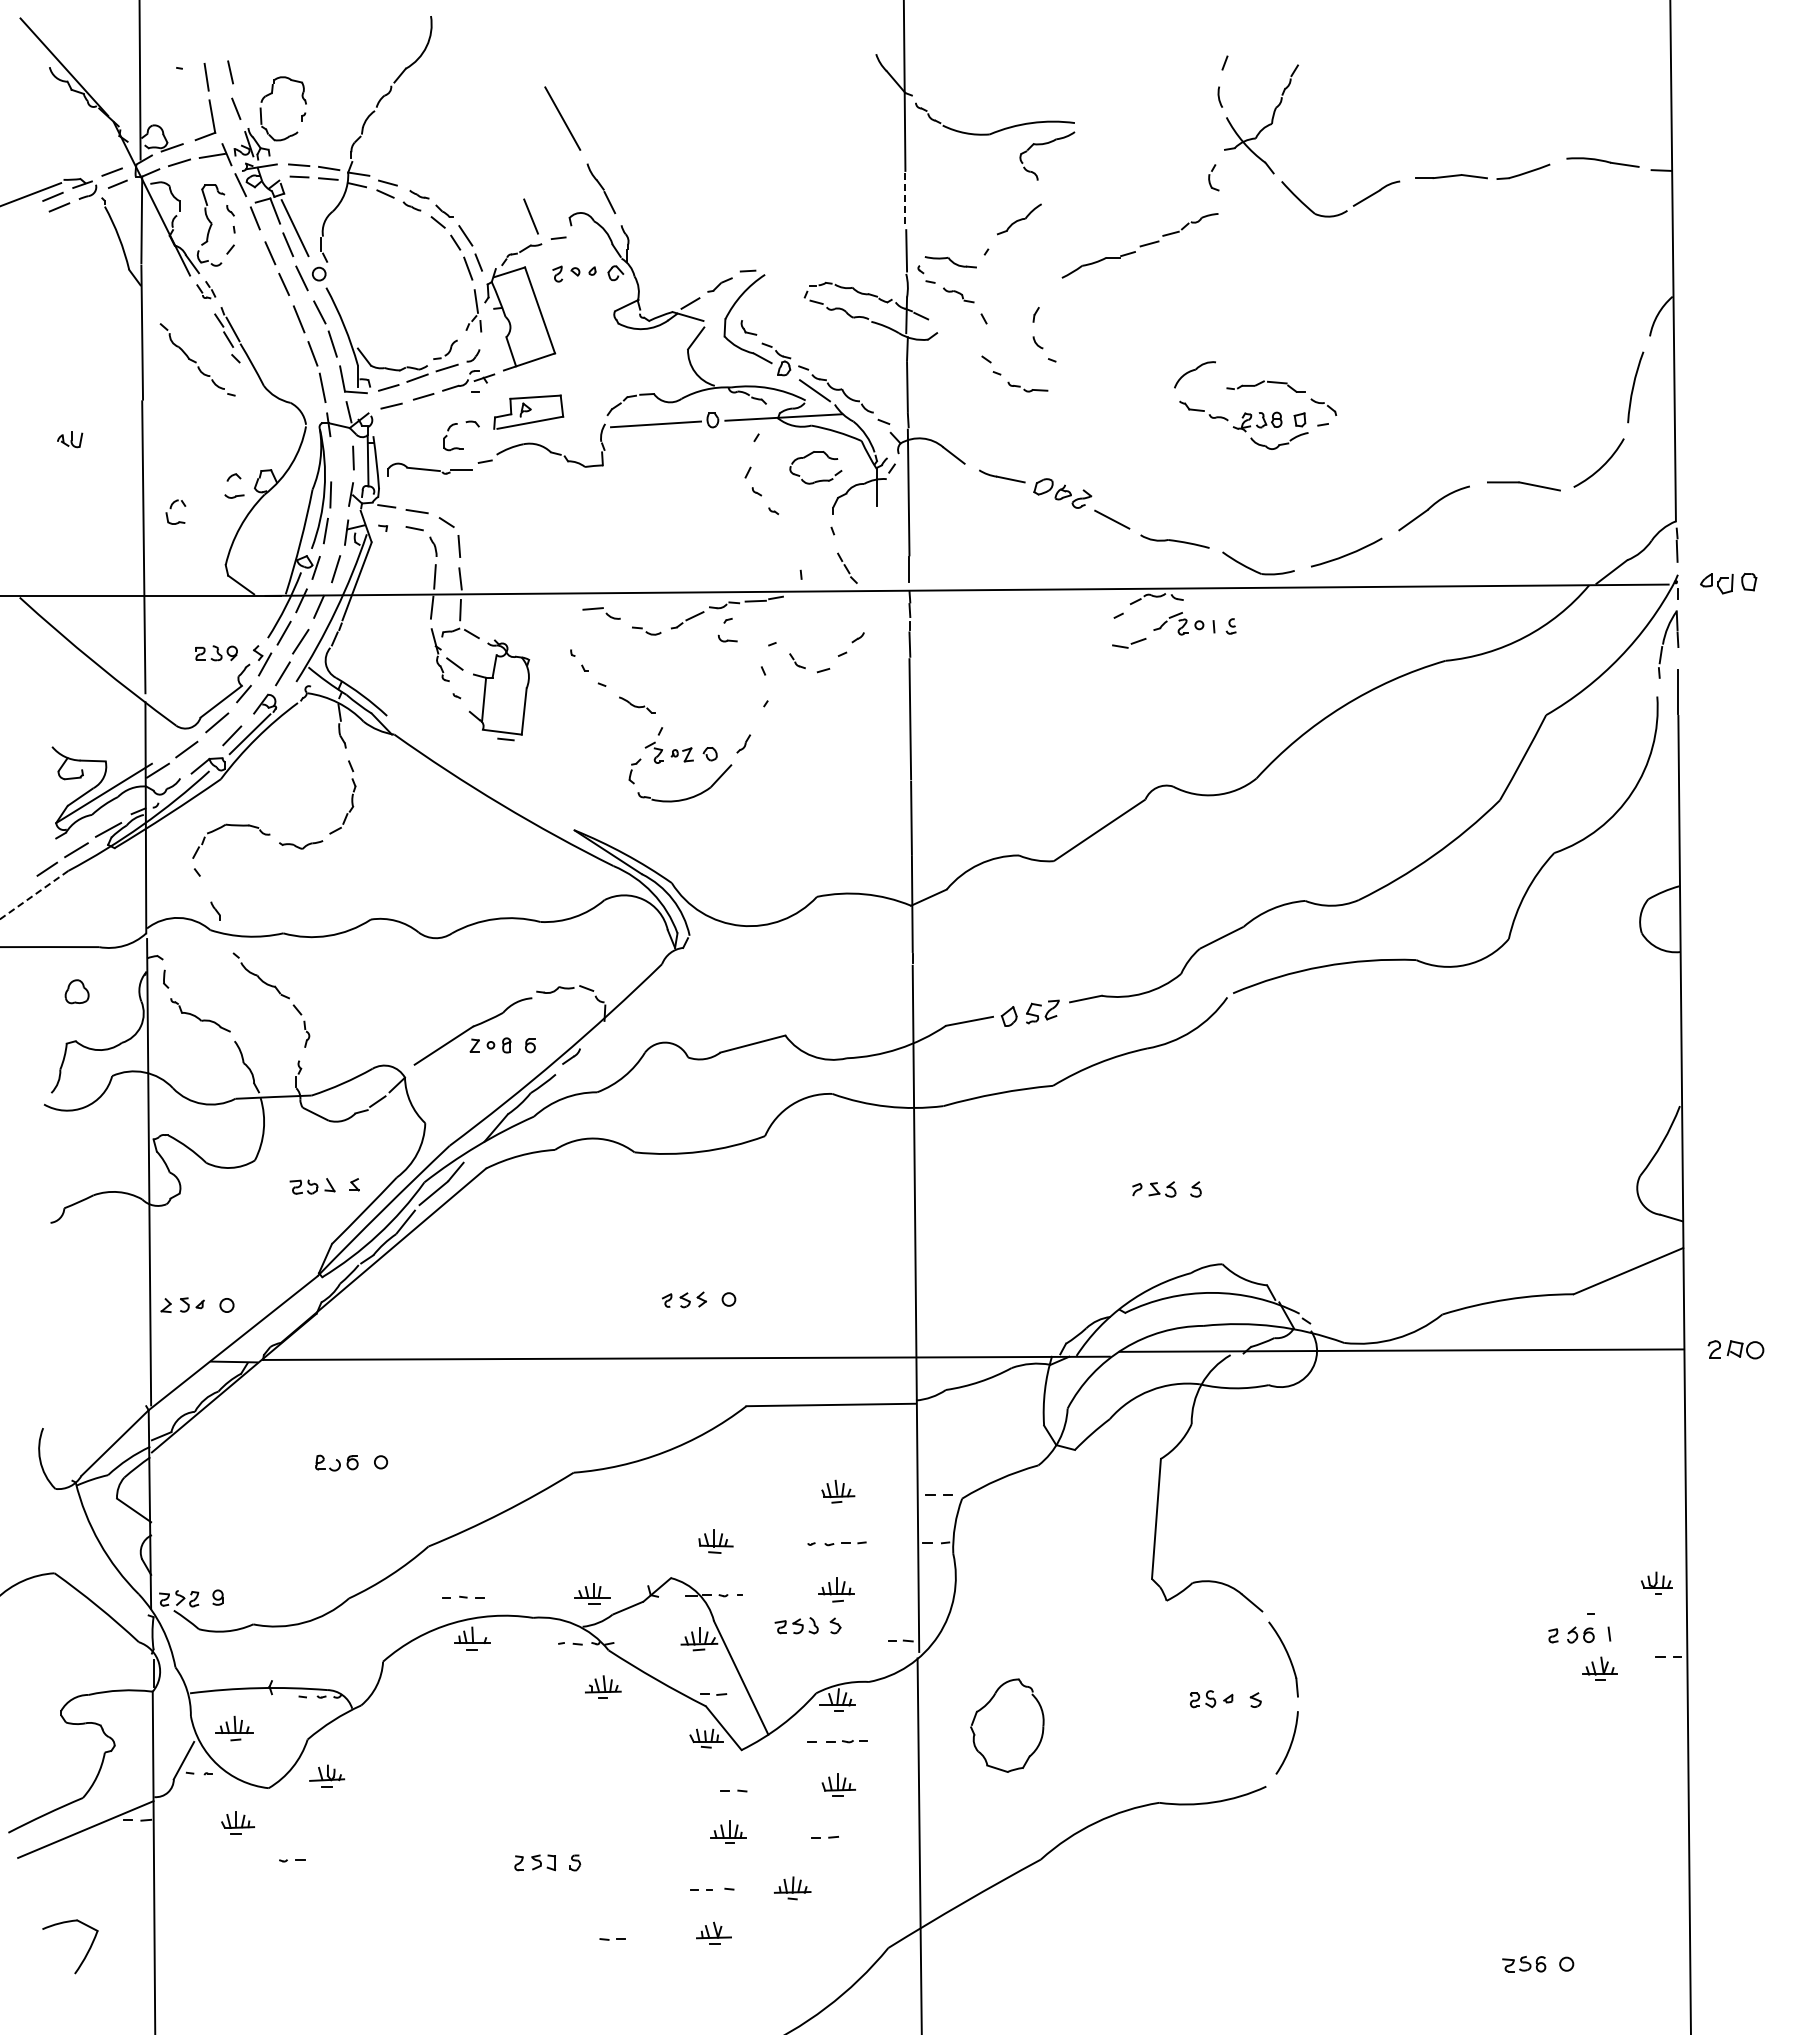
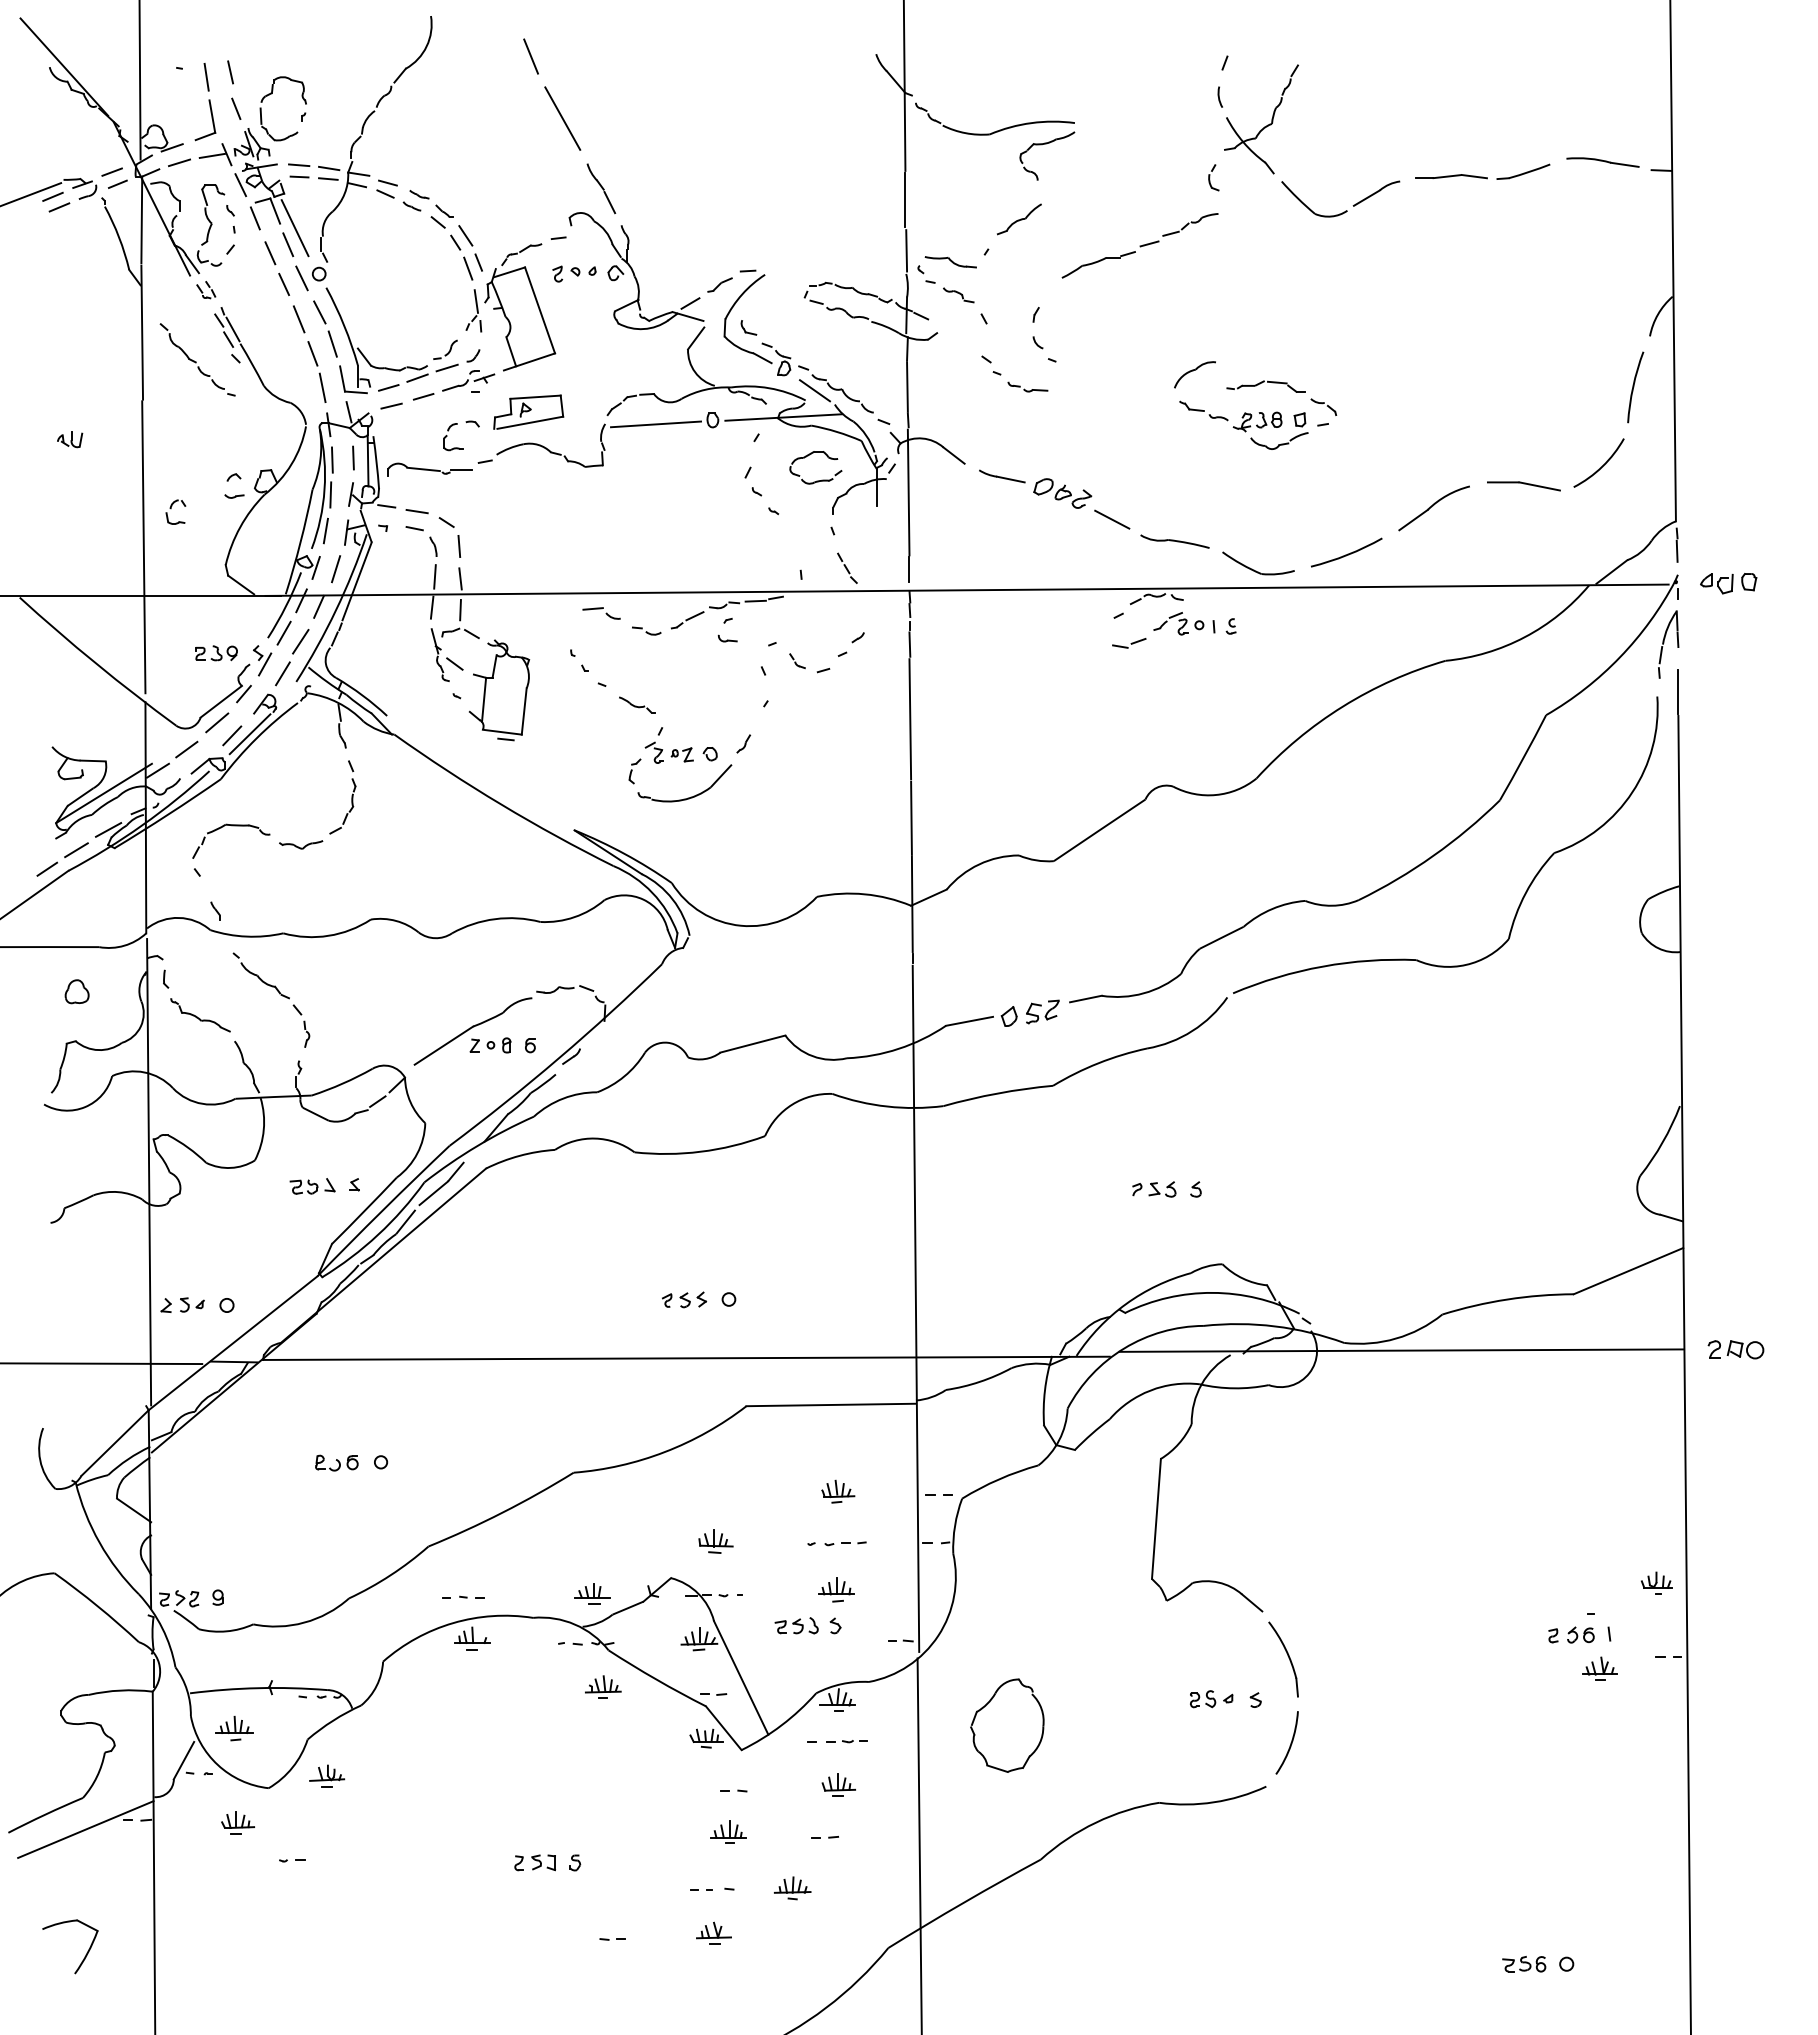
line at (905, 200): dashed -> solid
line at (530, 216) position: (530, 216) -> (530, 56)
line at (332, 459): none -> present
line at (34, 895): dashed -> solid
line at (102, 1363): none -> present
